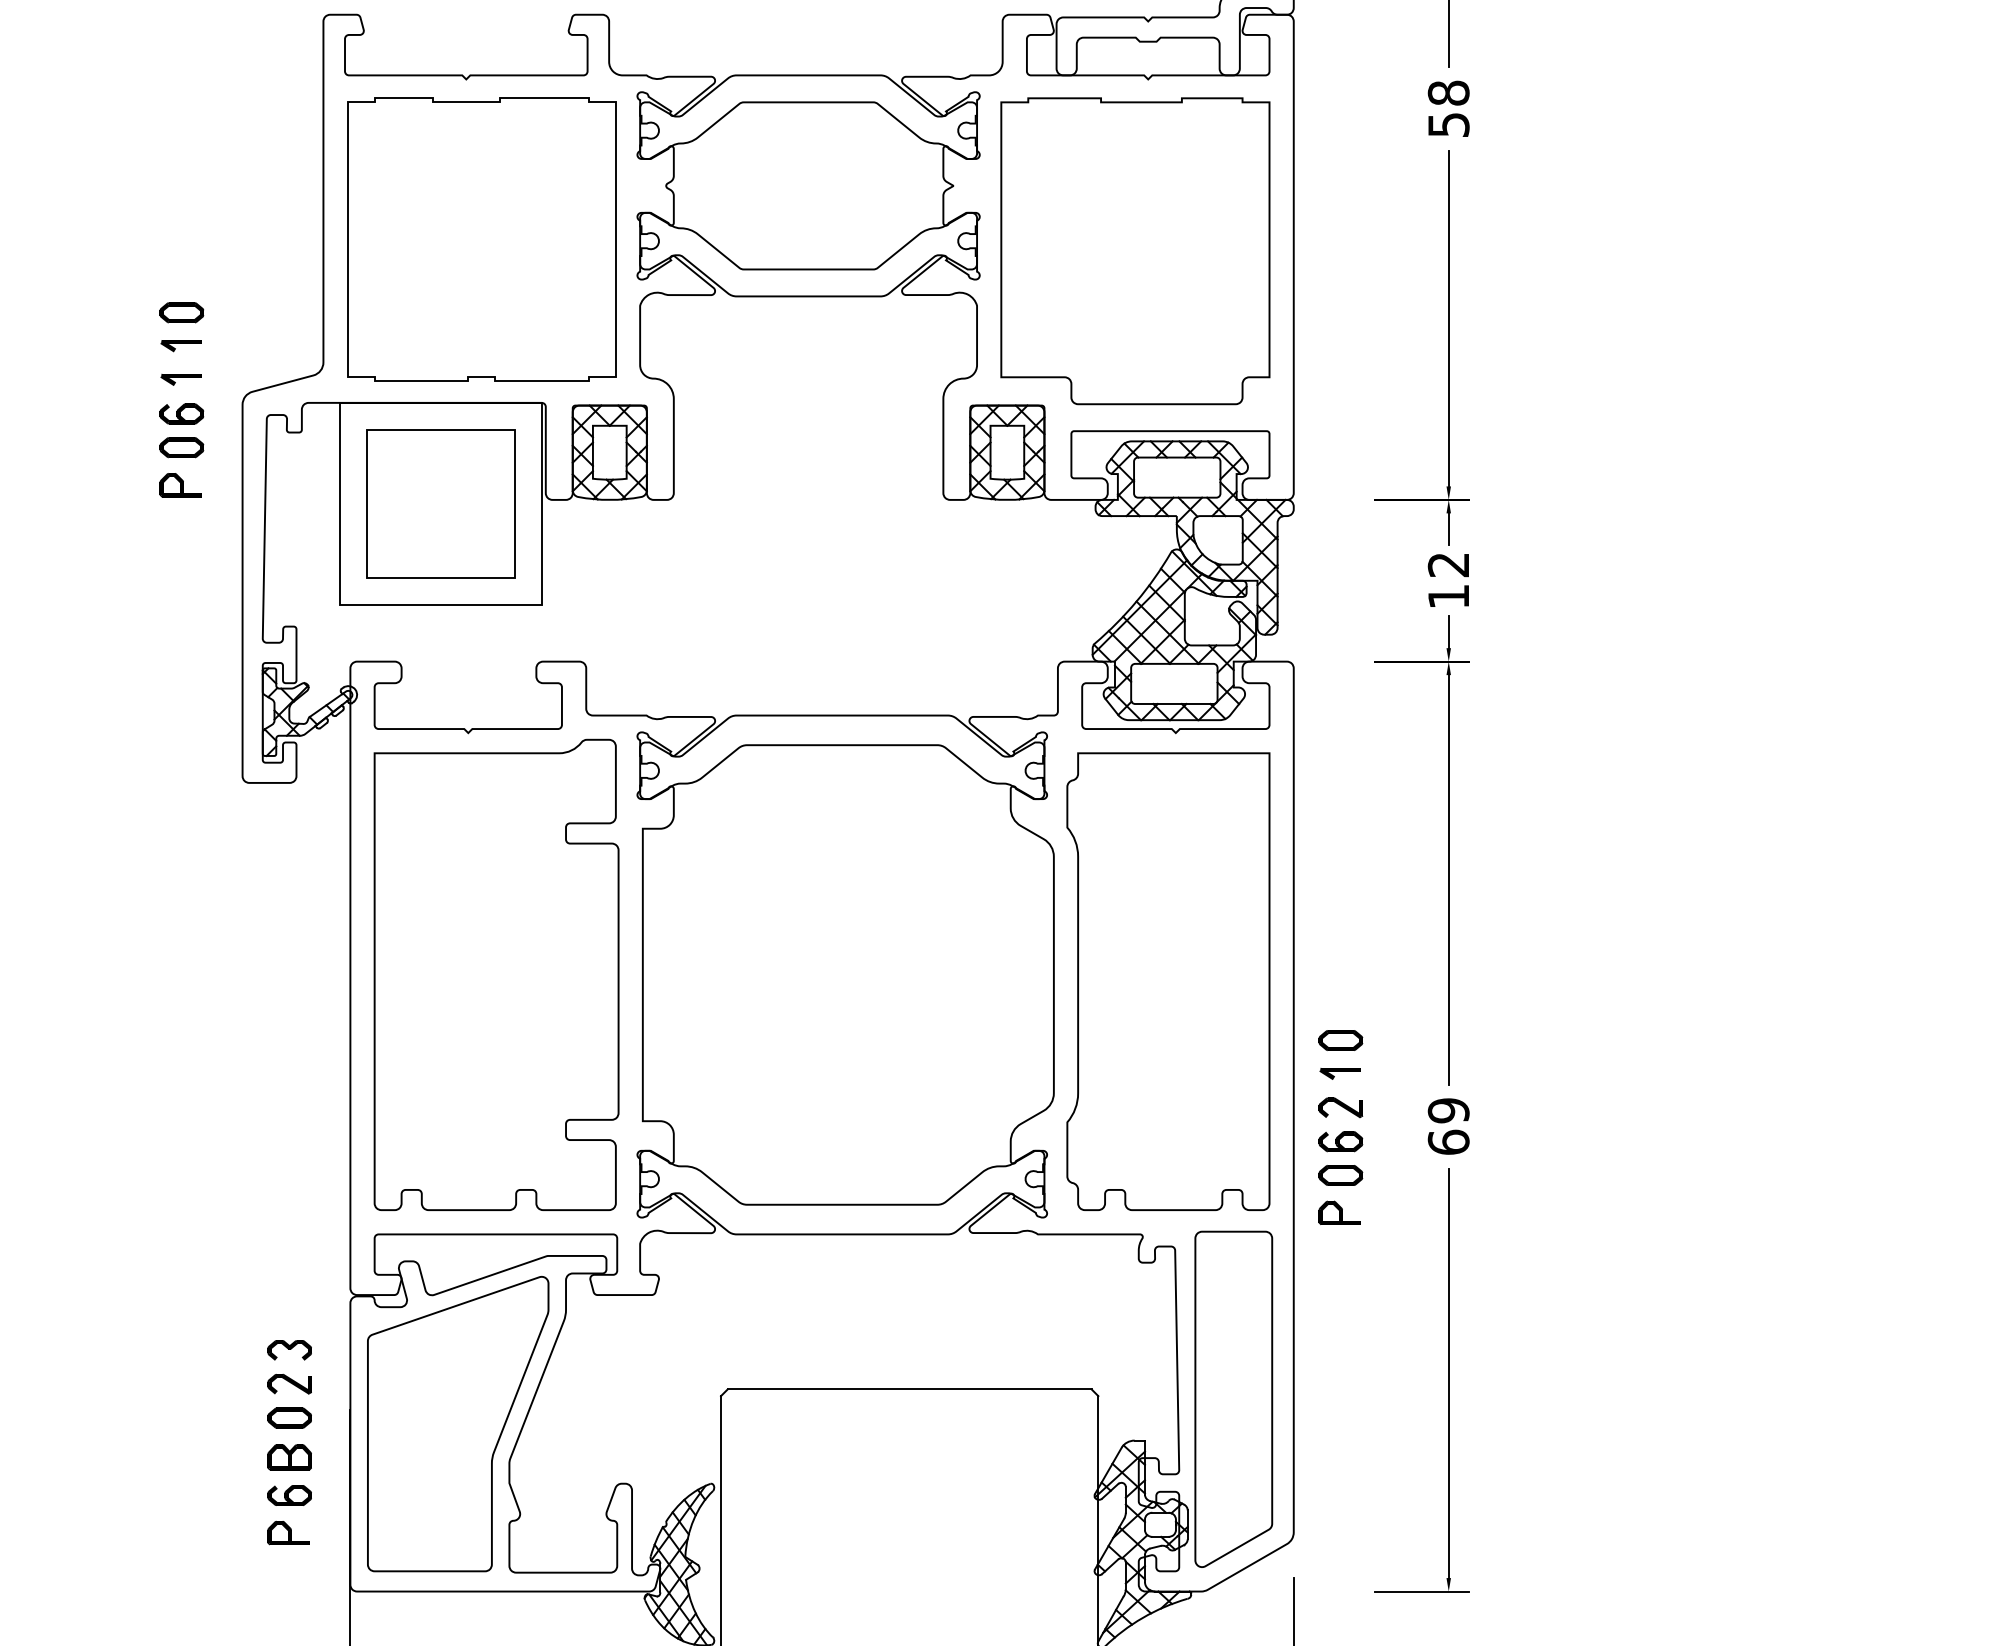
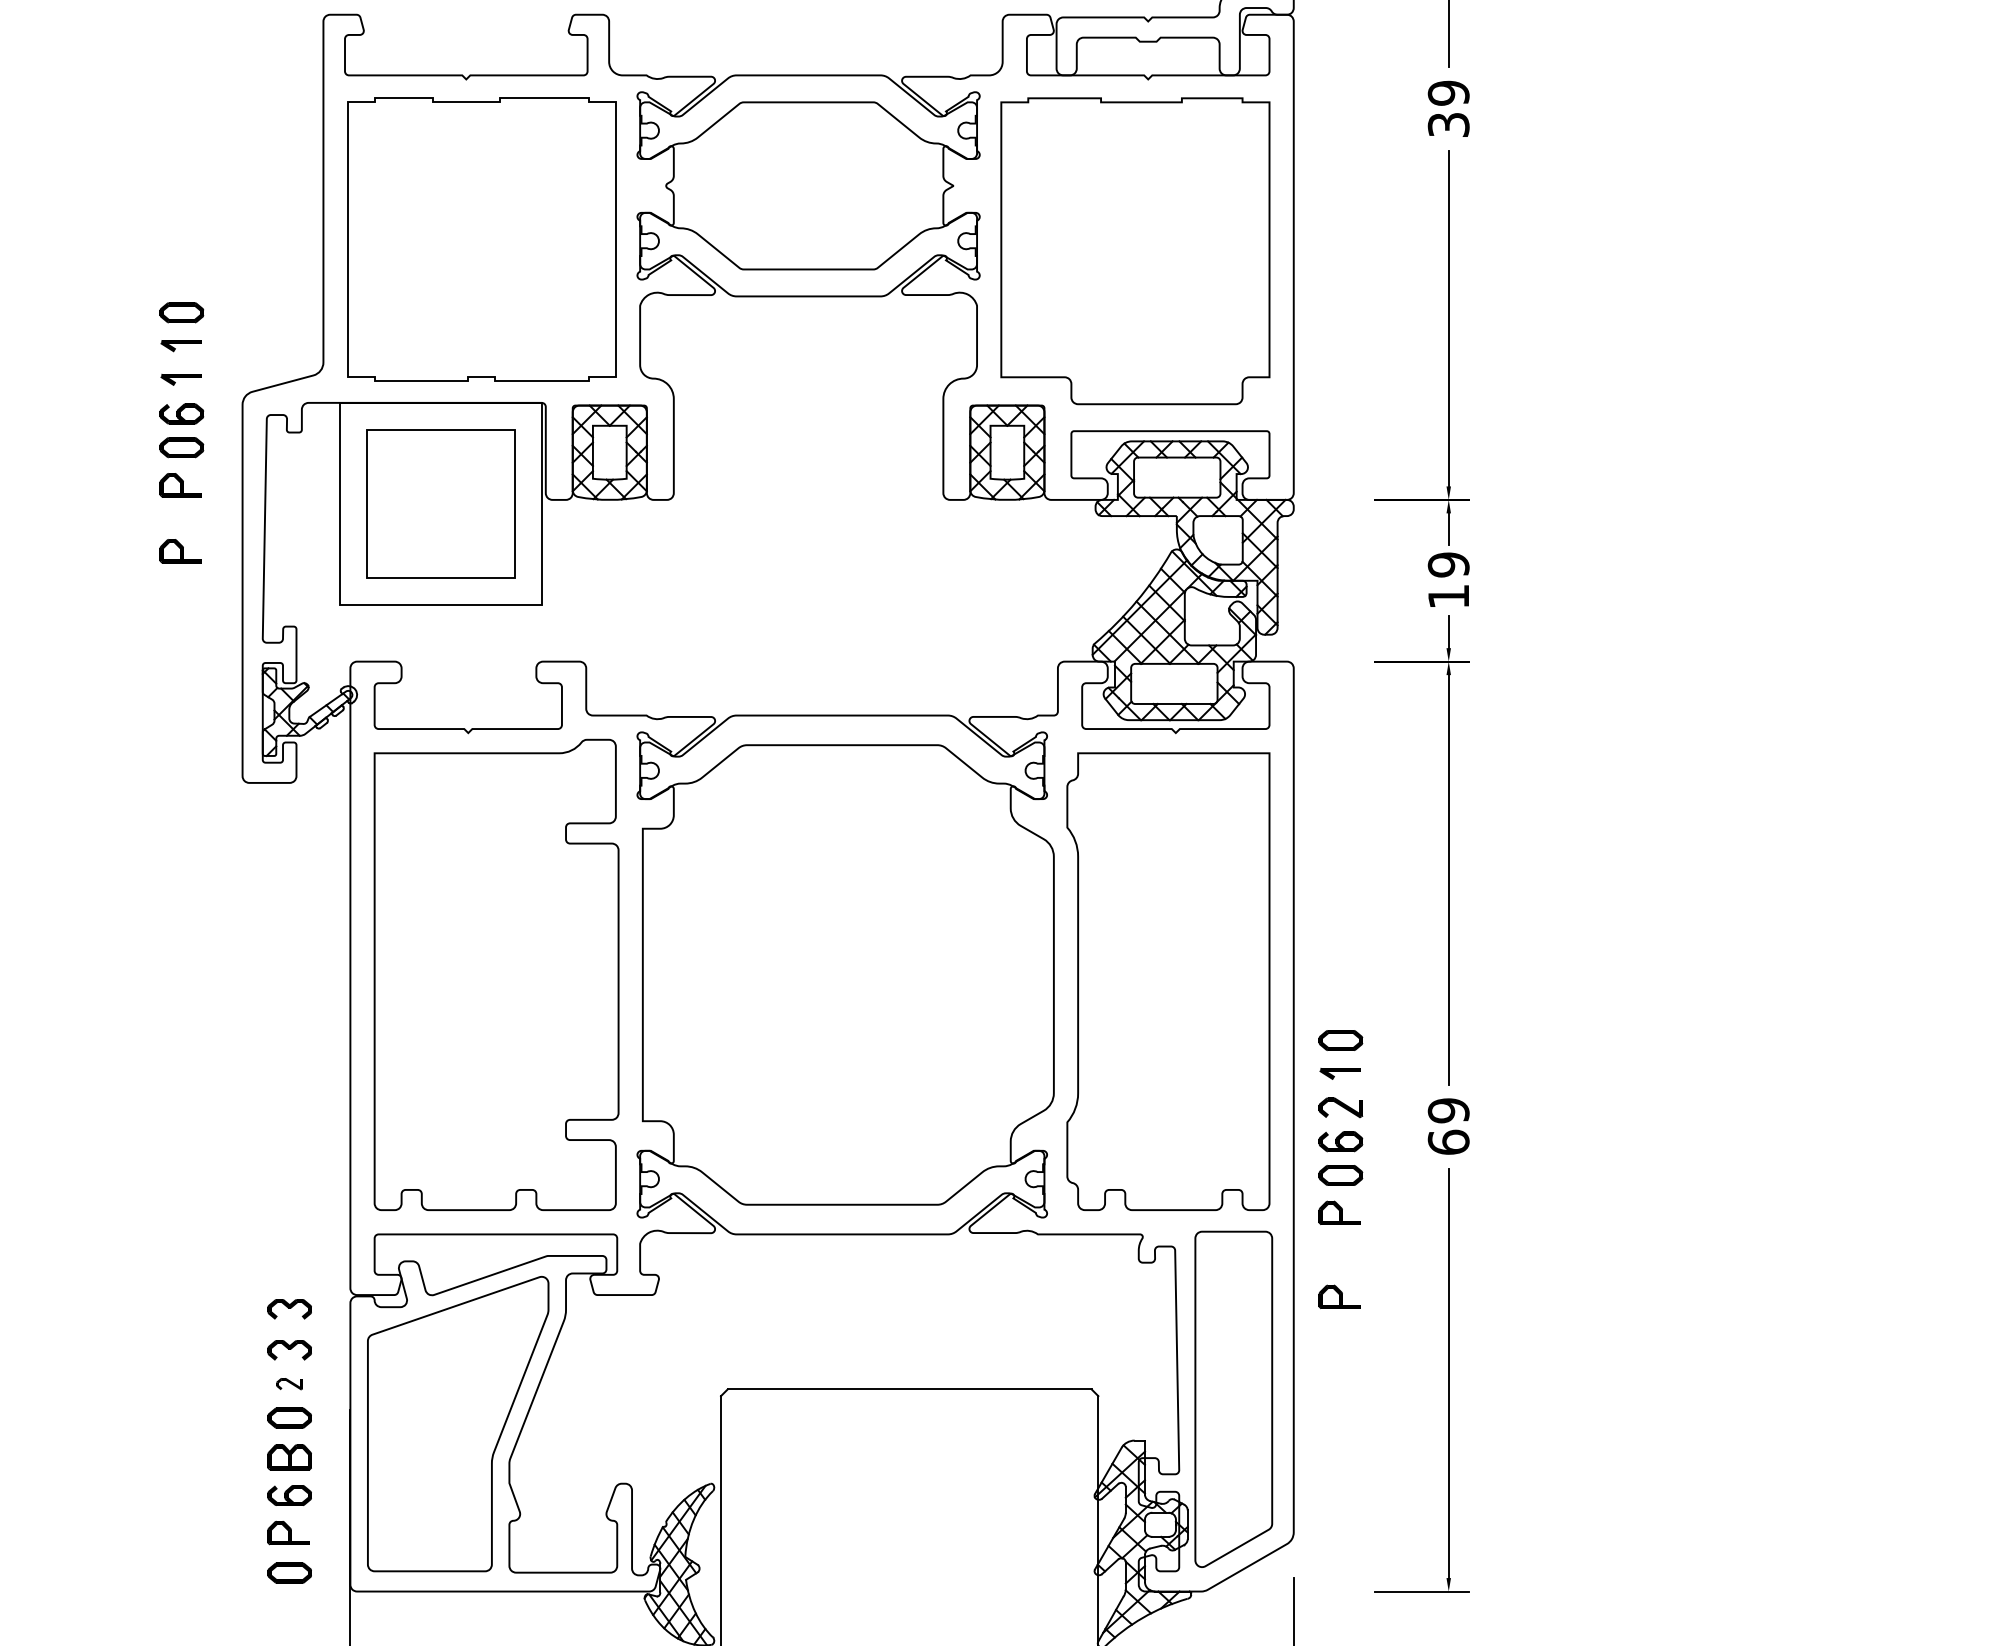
text at (1448, 108): 58 -> 39
part at (180, 551): none -> present
text at (1448, 564): 12 -> 19
part at (1339, 1296): none -> present
part at (289, 1309): none -> present
part at (289, 1383) size: 45x22 px -> 27x13 px
part at (289, 1572): none -> present
